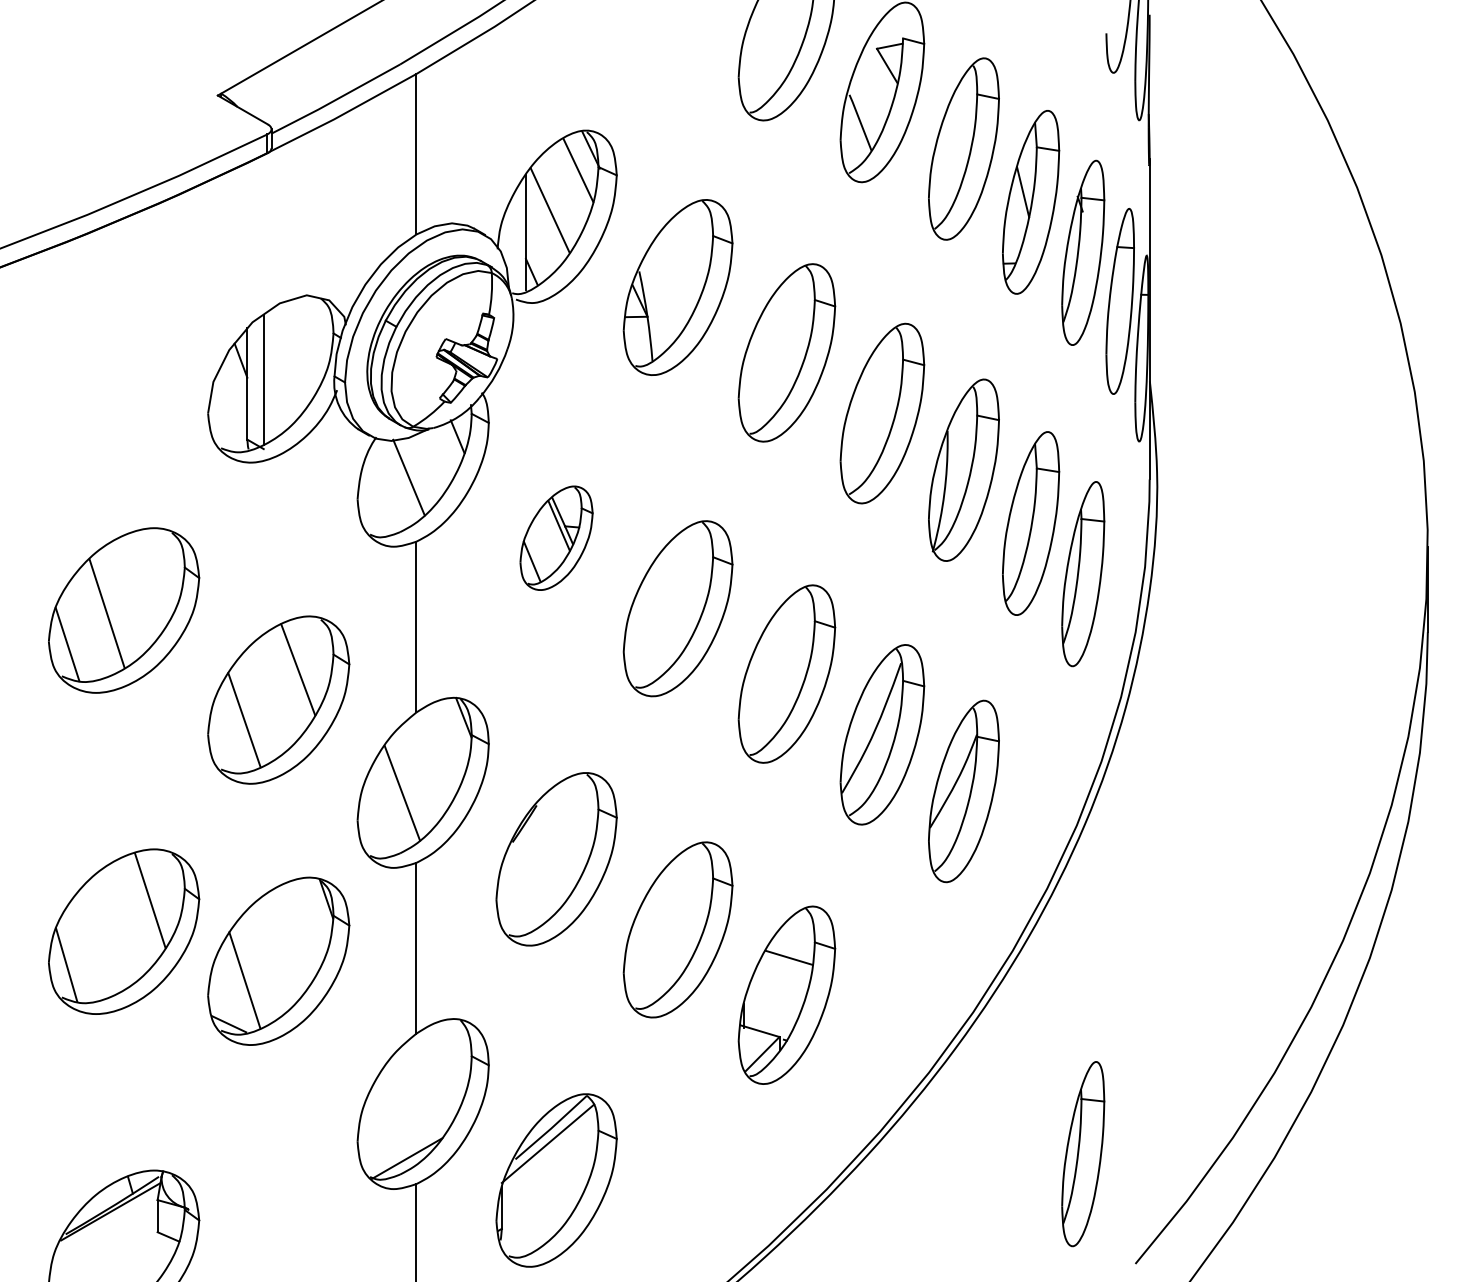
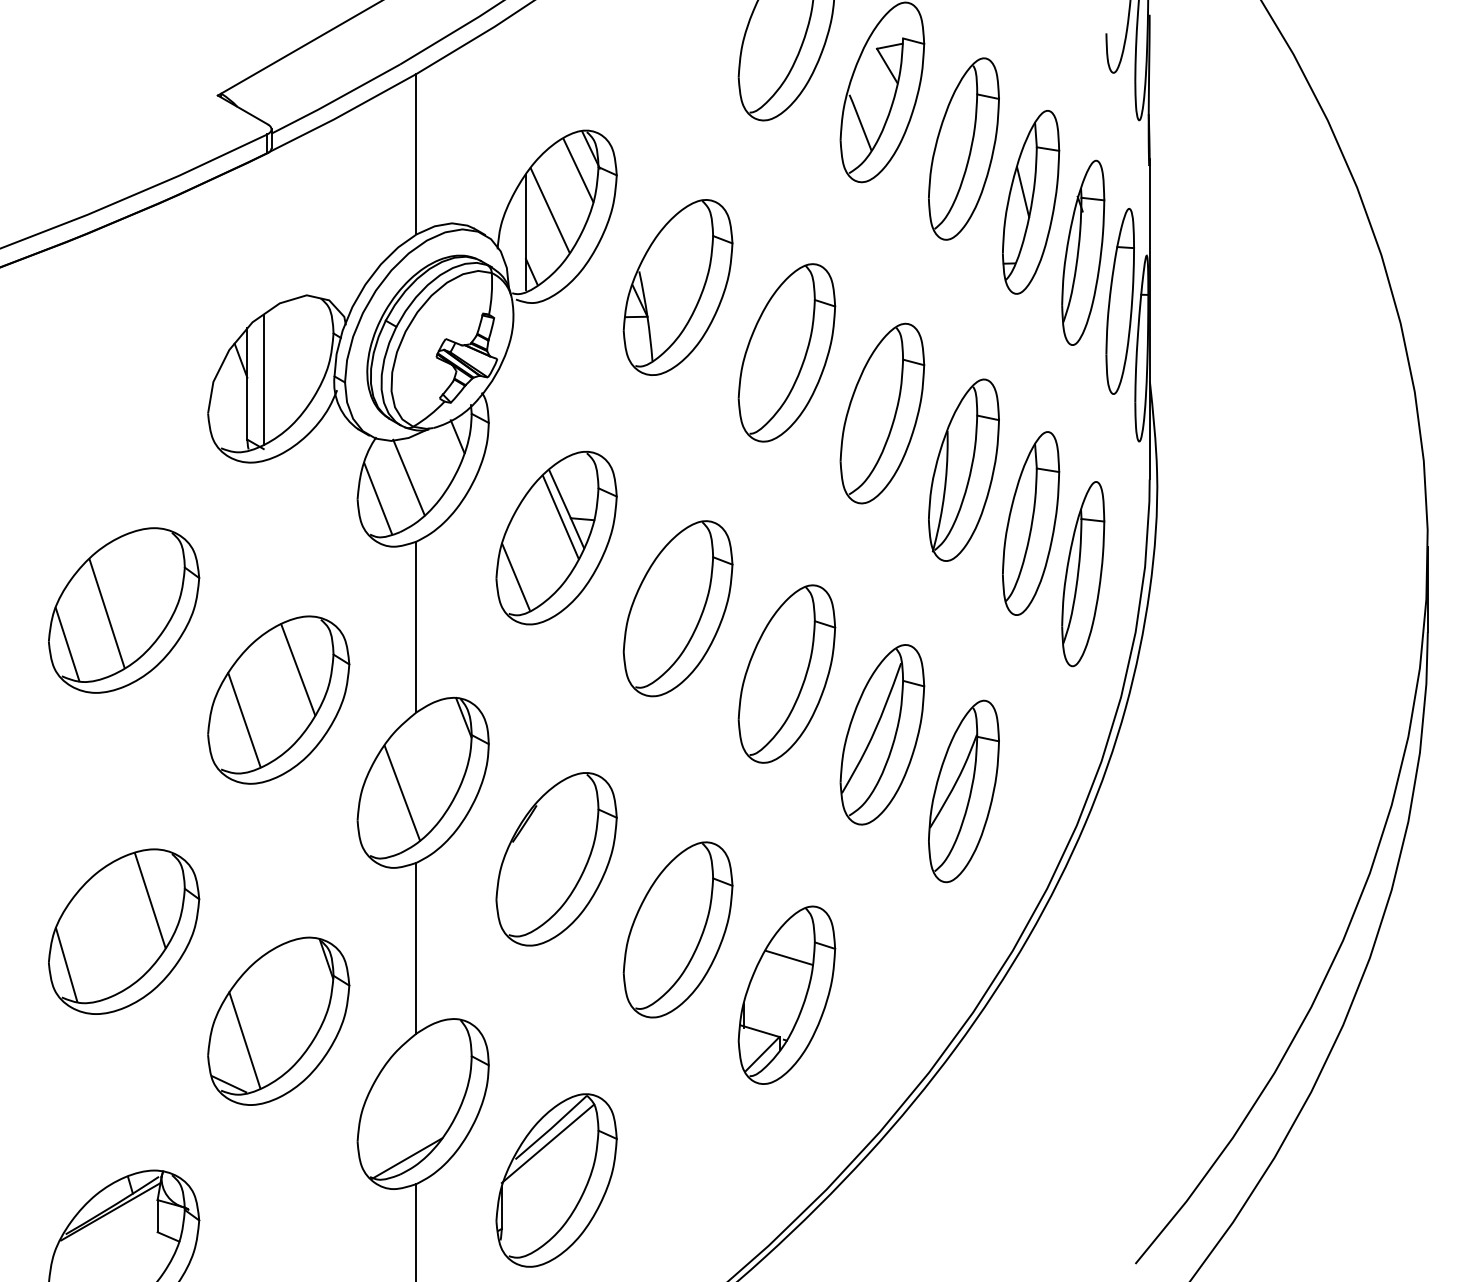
line at (378, 498): none -> present
part at (556, 537) size: 75x106 px -> 123x175 px
part at (278, 960) position: (278, 960) -> (278, 1020)
part at (1083, 1154): present -> none
